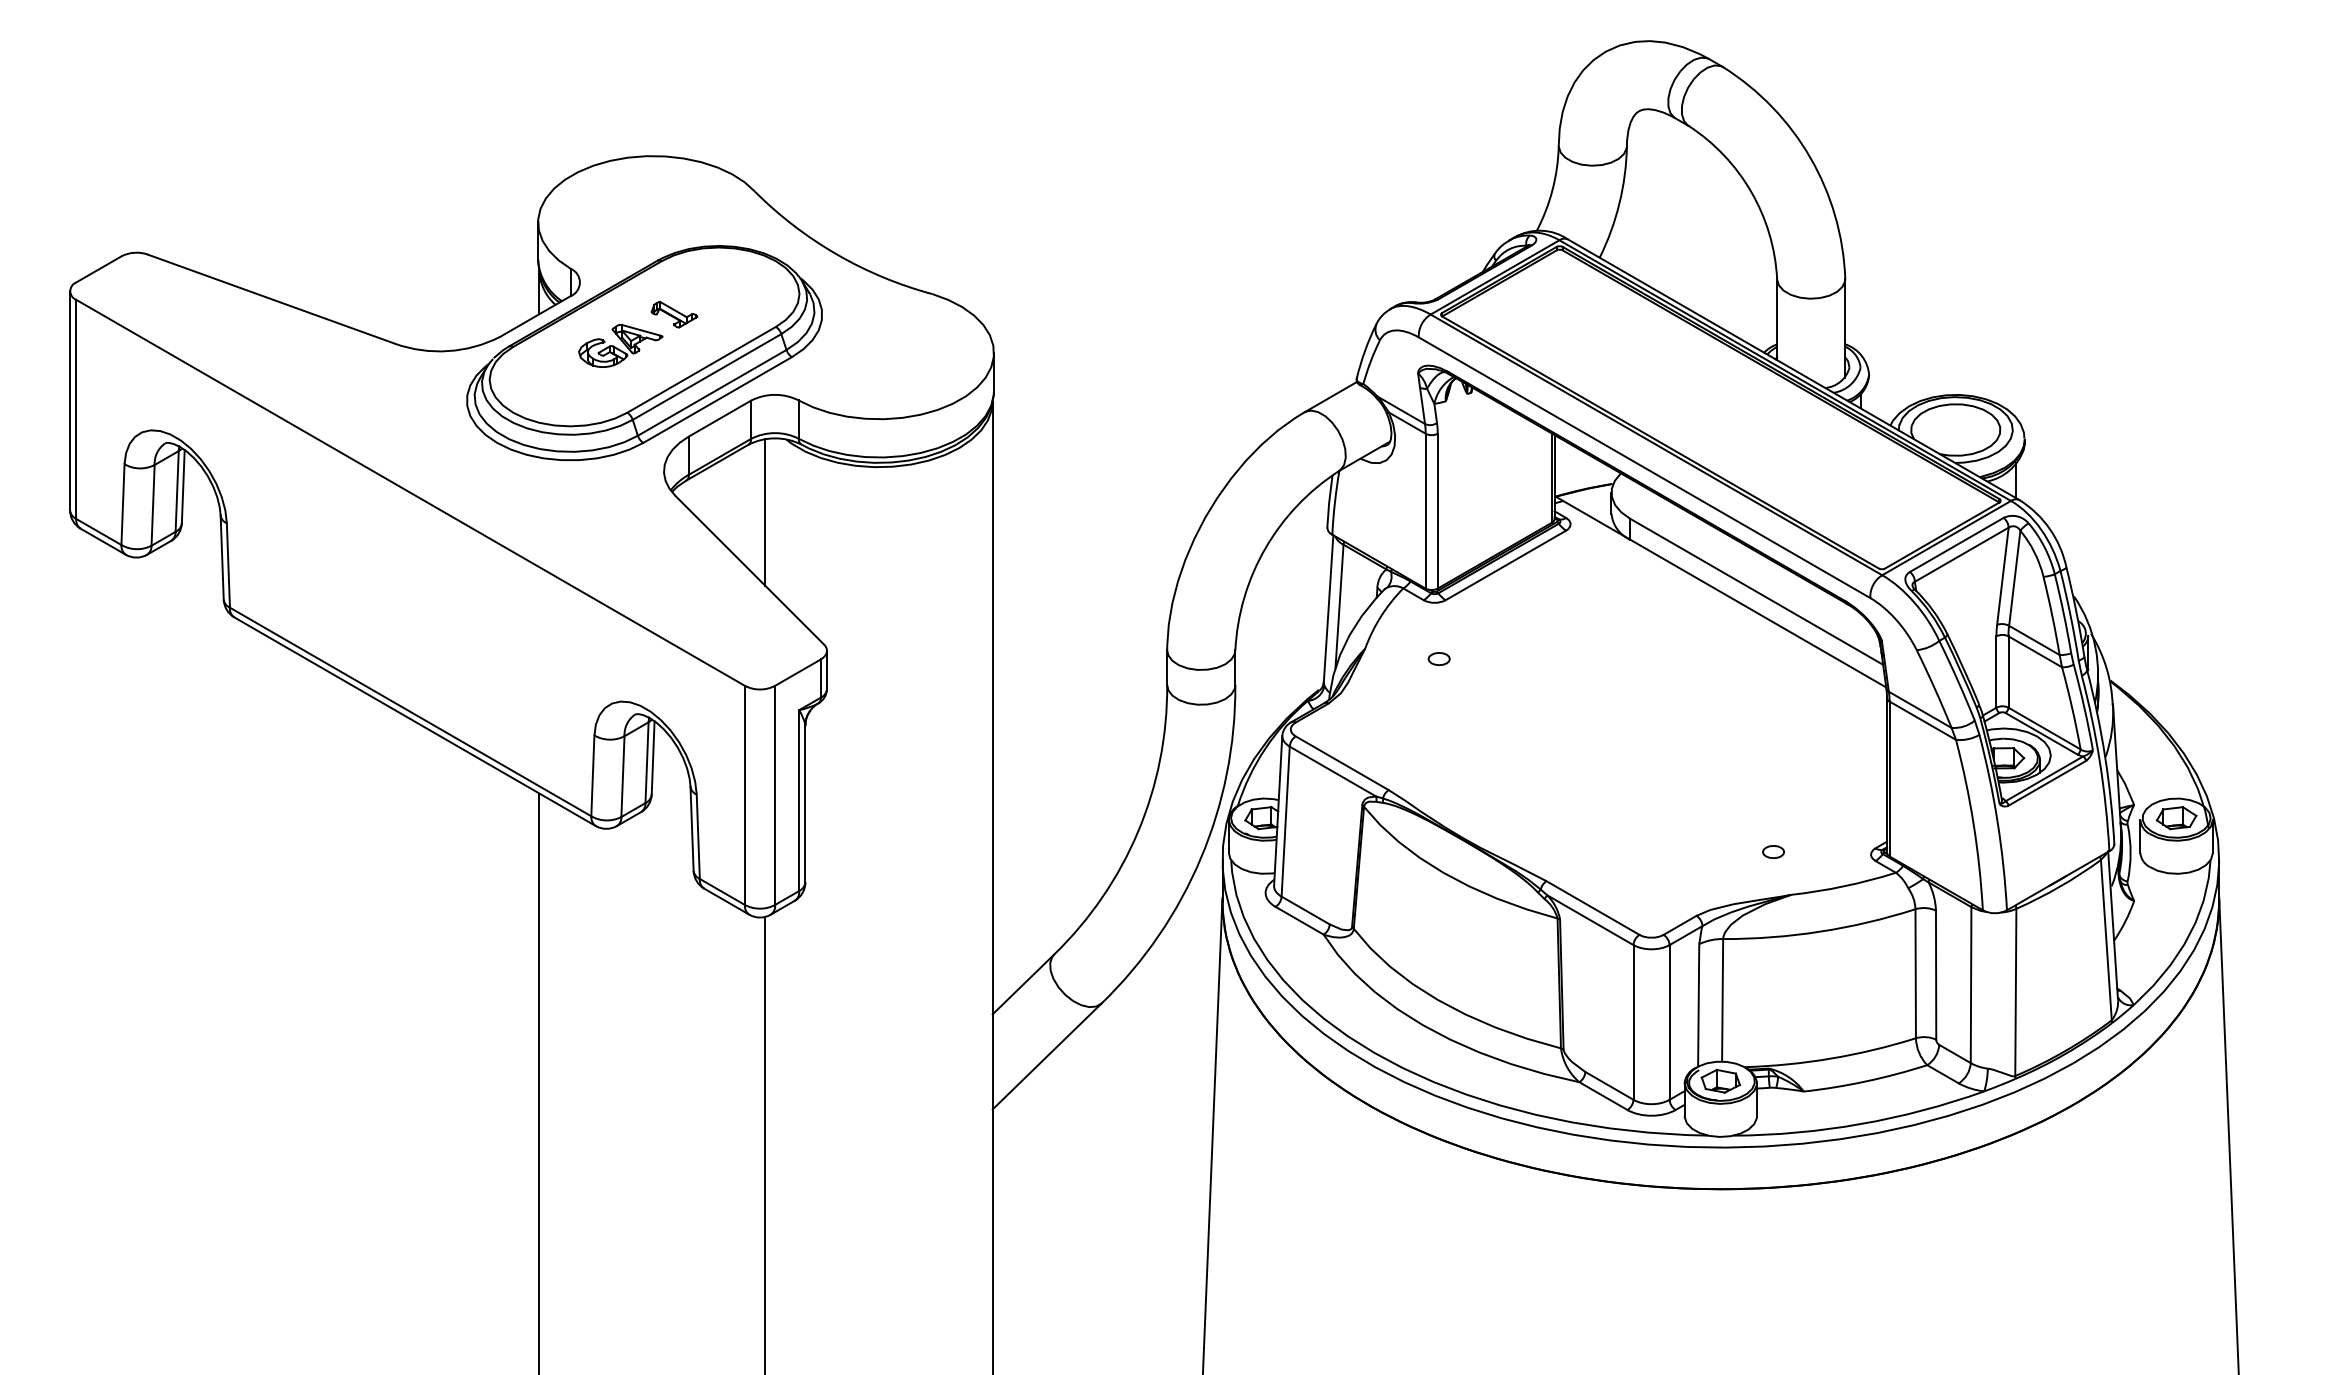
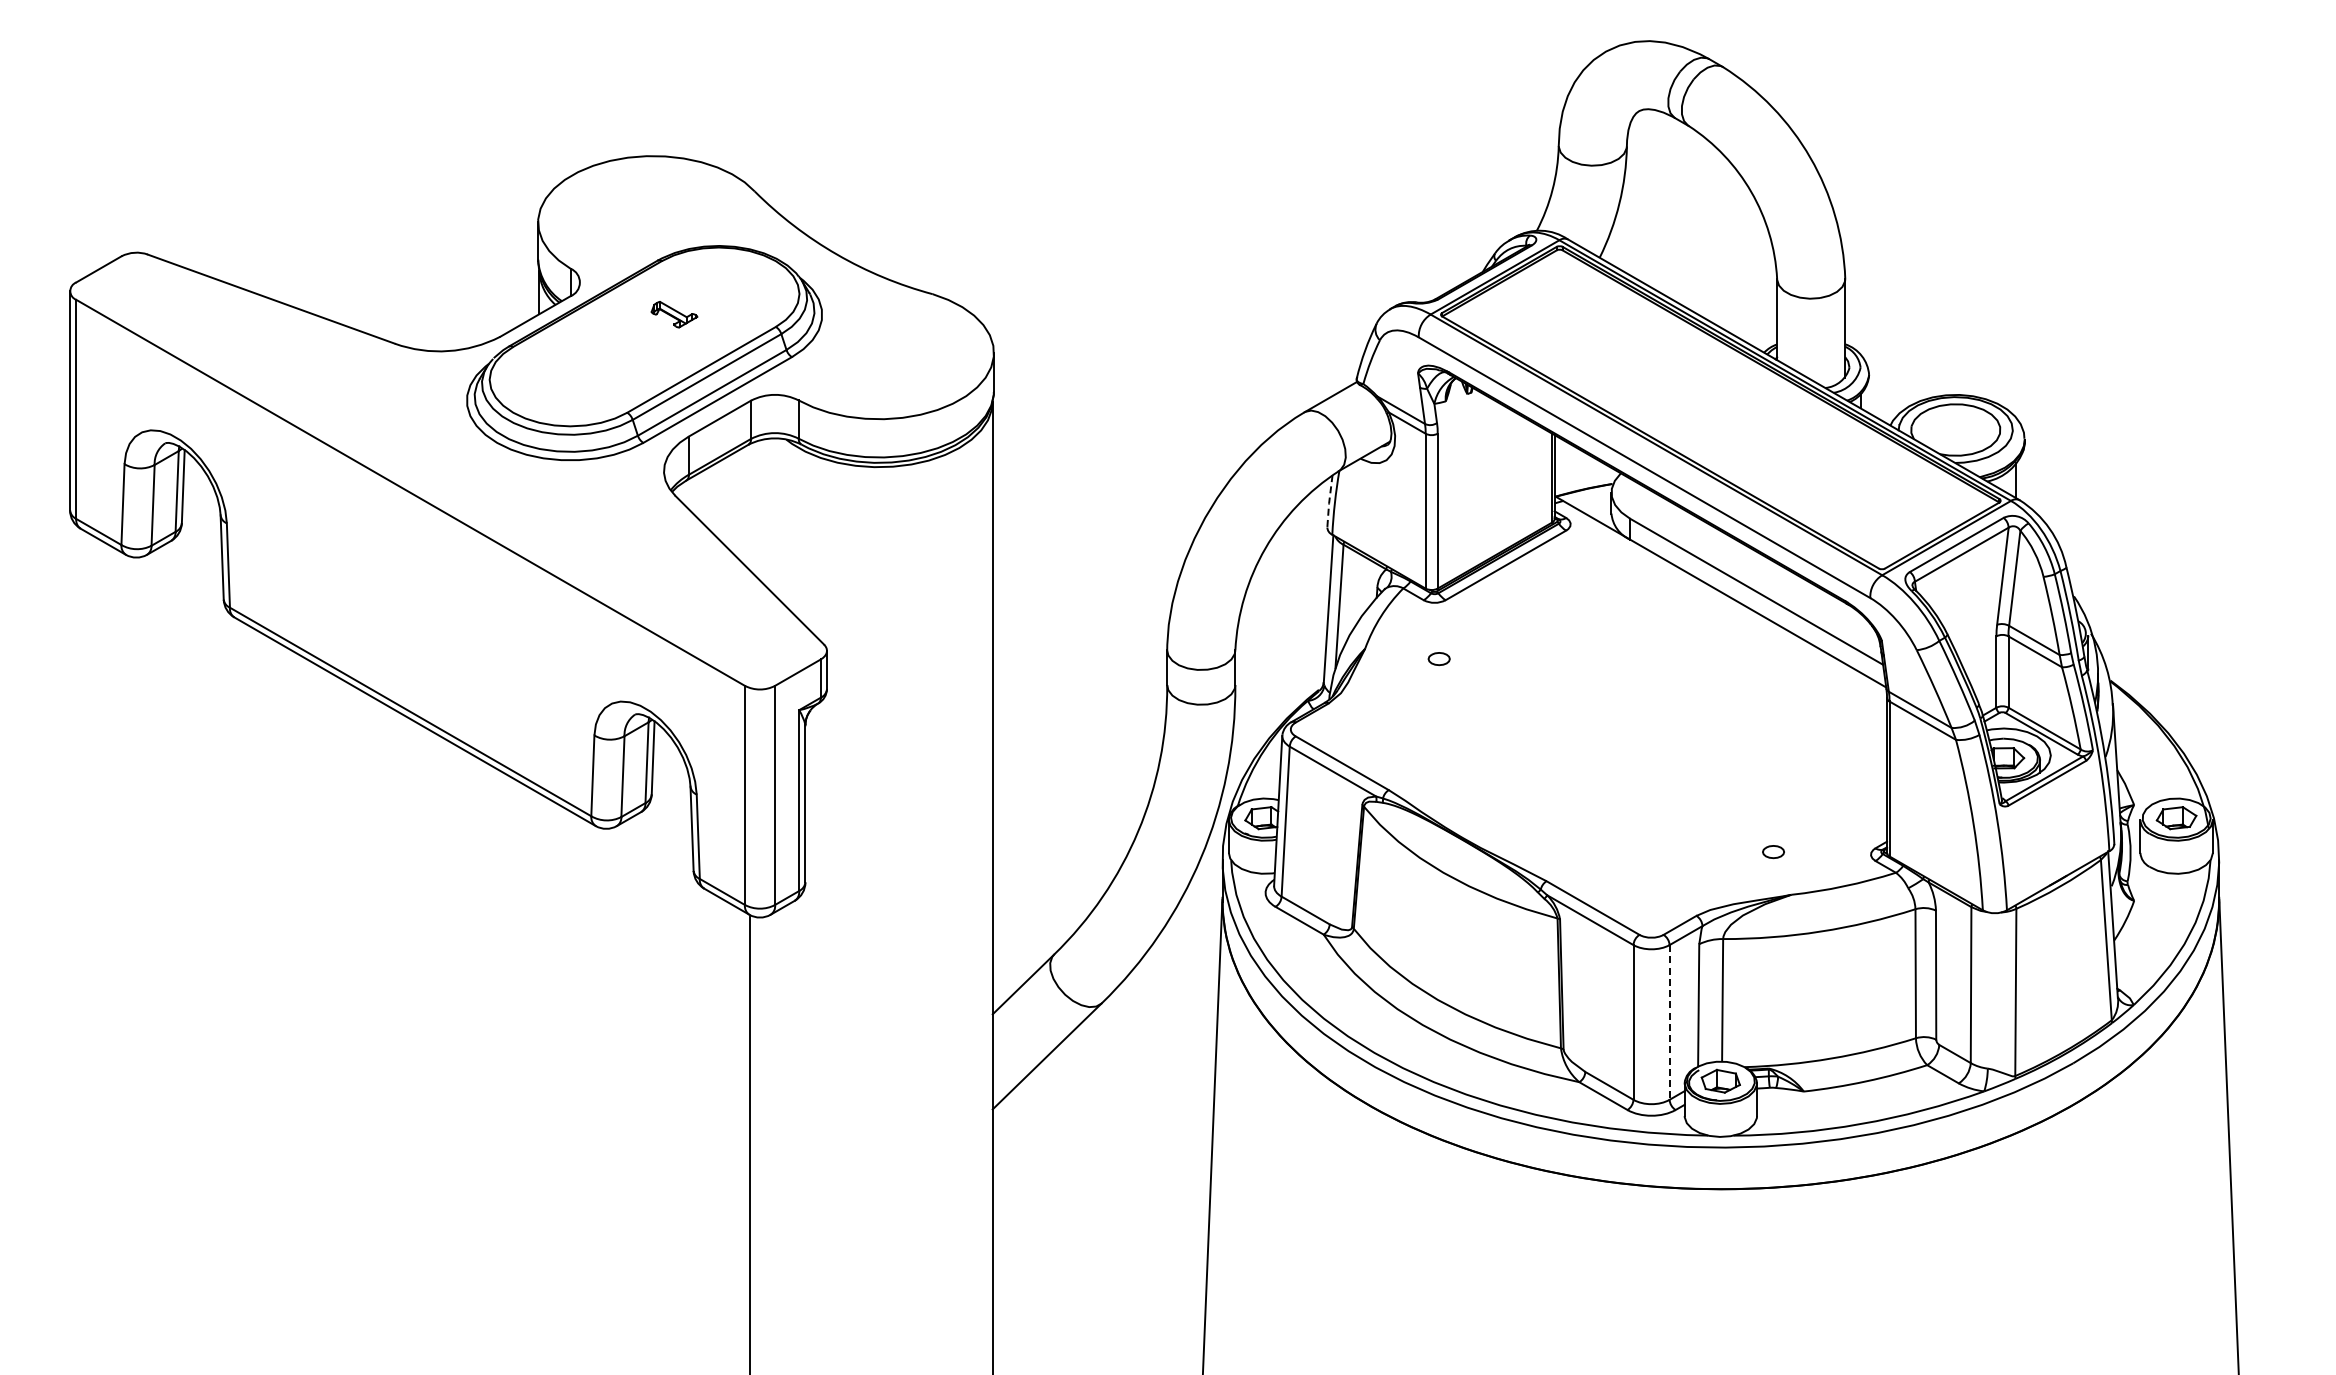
part at (620, 345): present -> none
line at (1329, 502): solid -> dashed
line at (765, 512): present -> none
line at (1669, 1022): solid -> dashed
line at (539, 1082): present -> none
line at (765, 1143) position: (765, 1143) -> (750, 1143)
